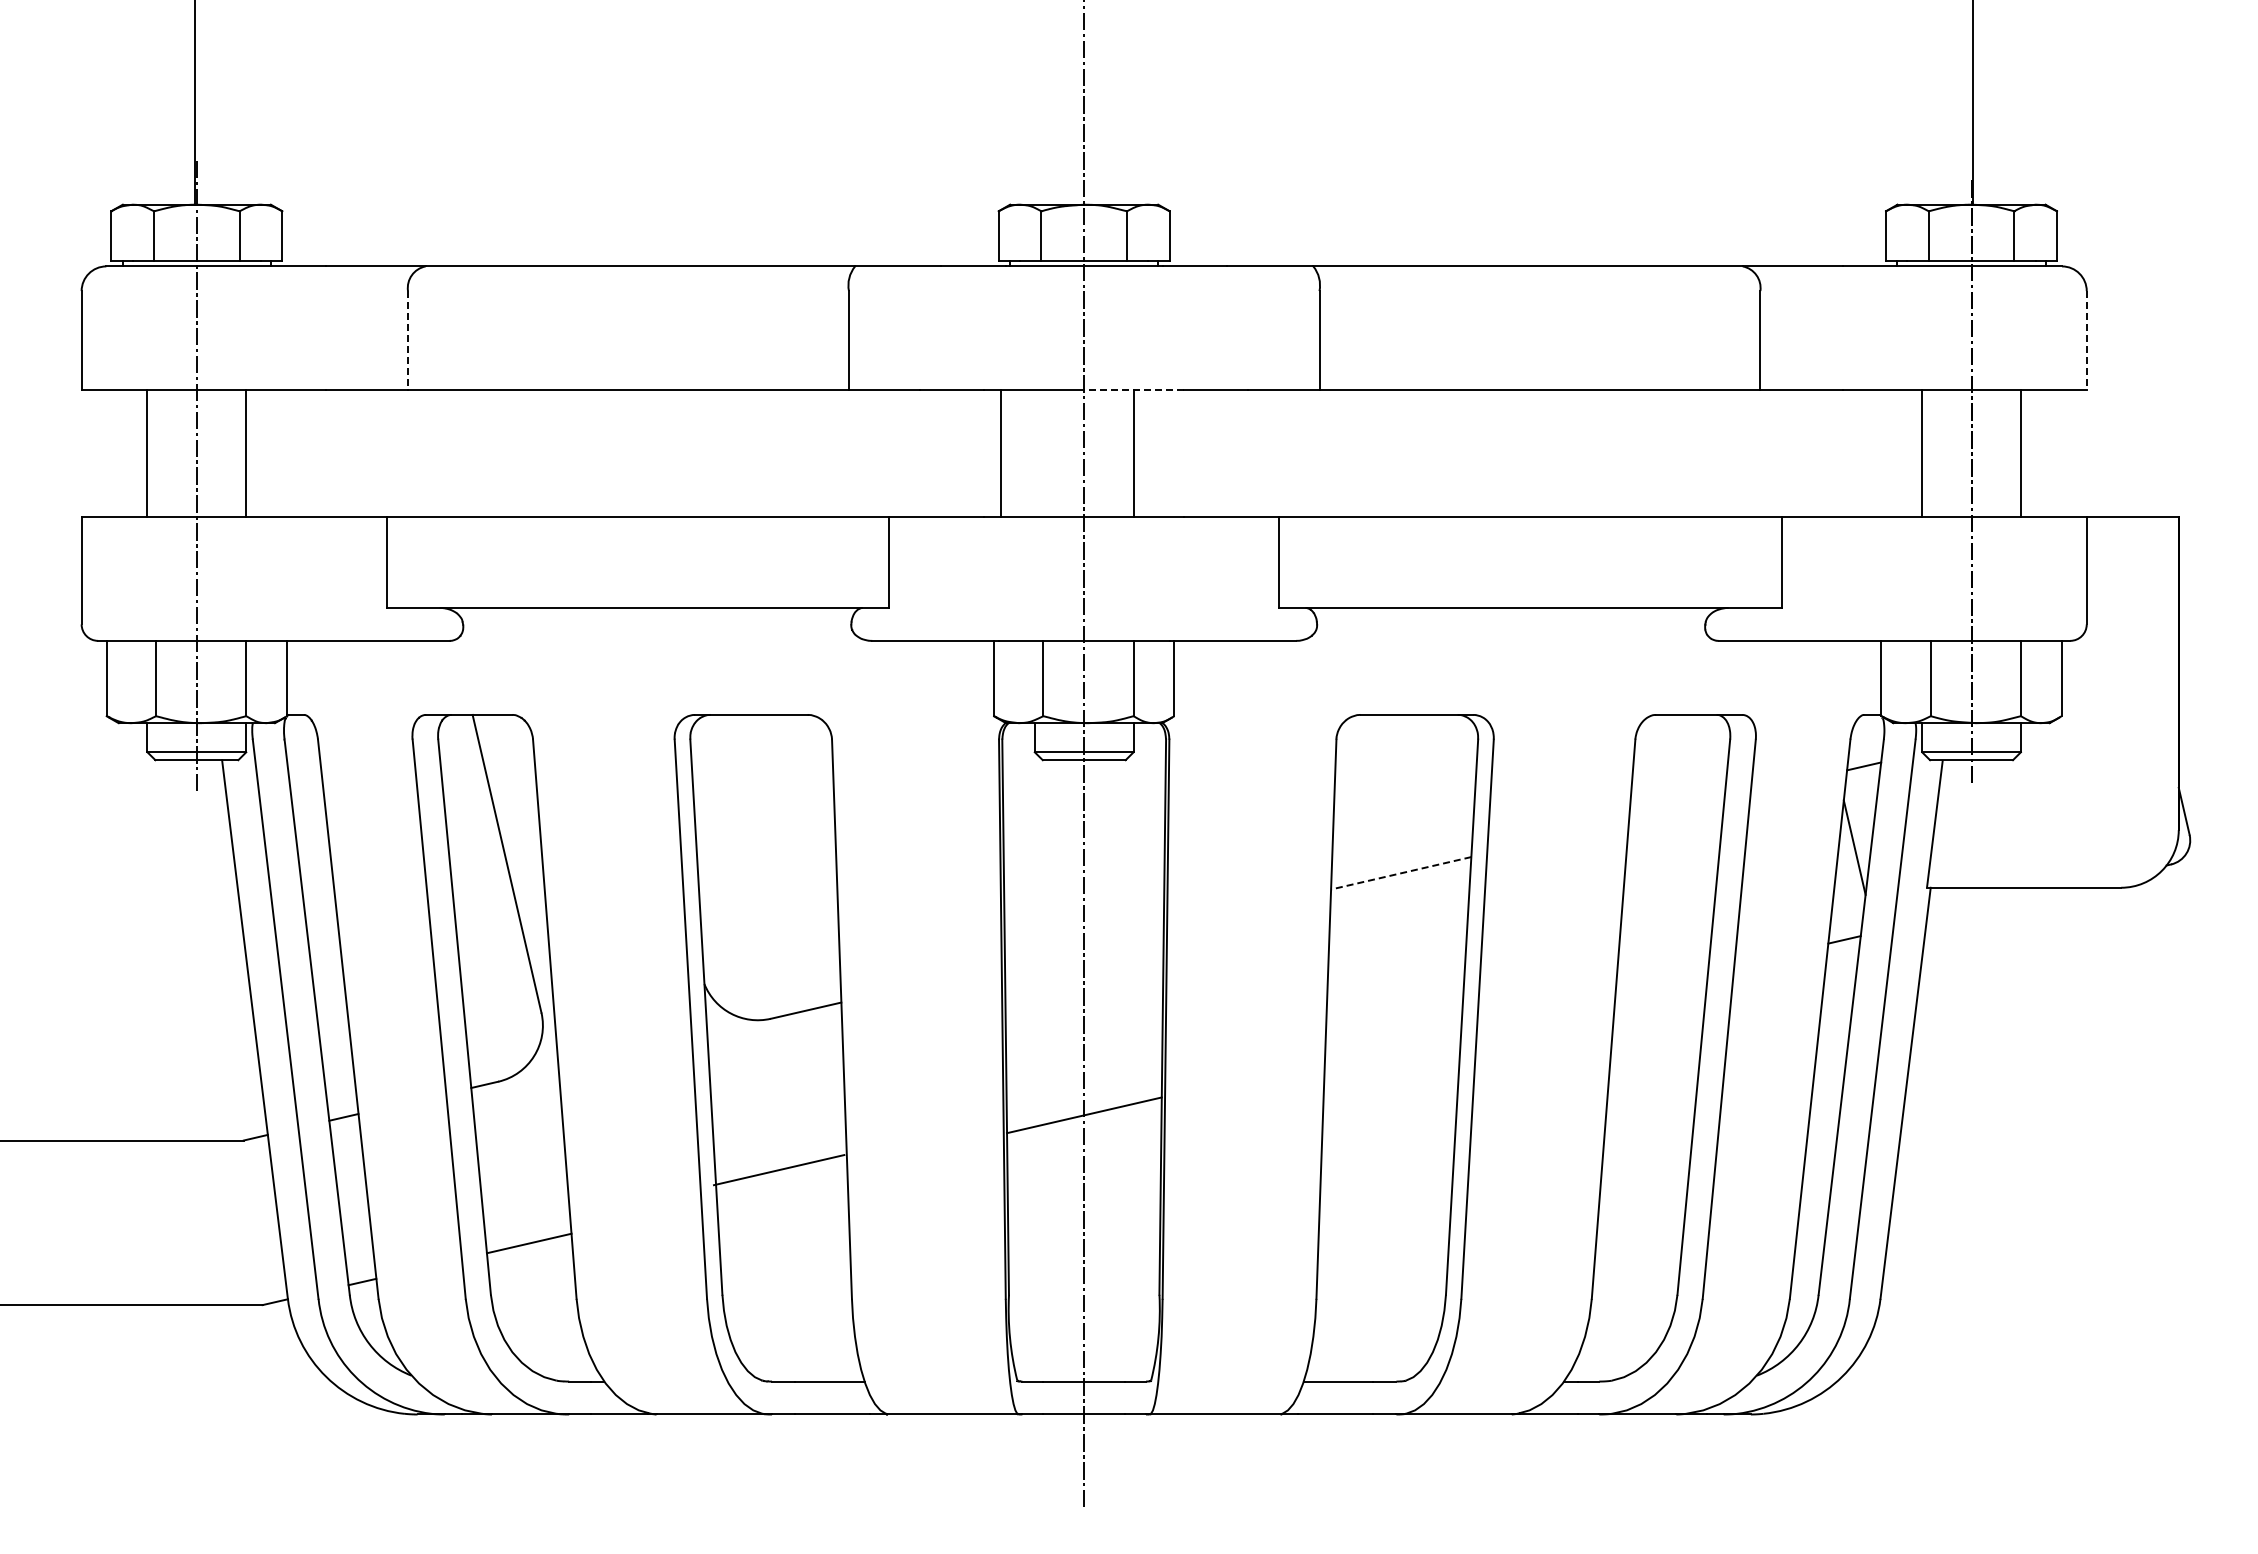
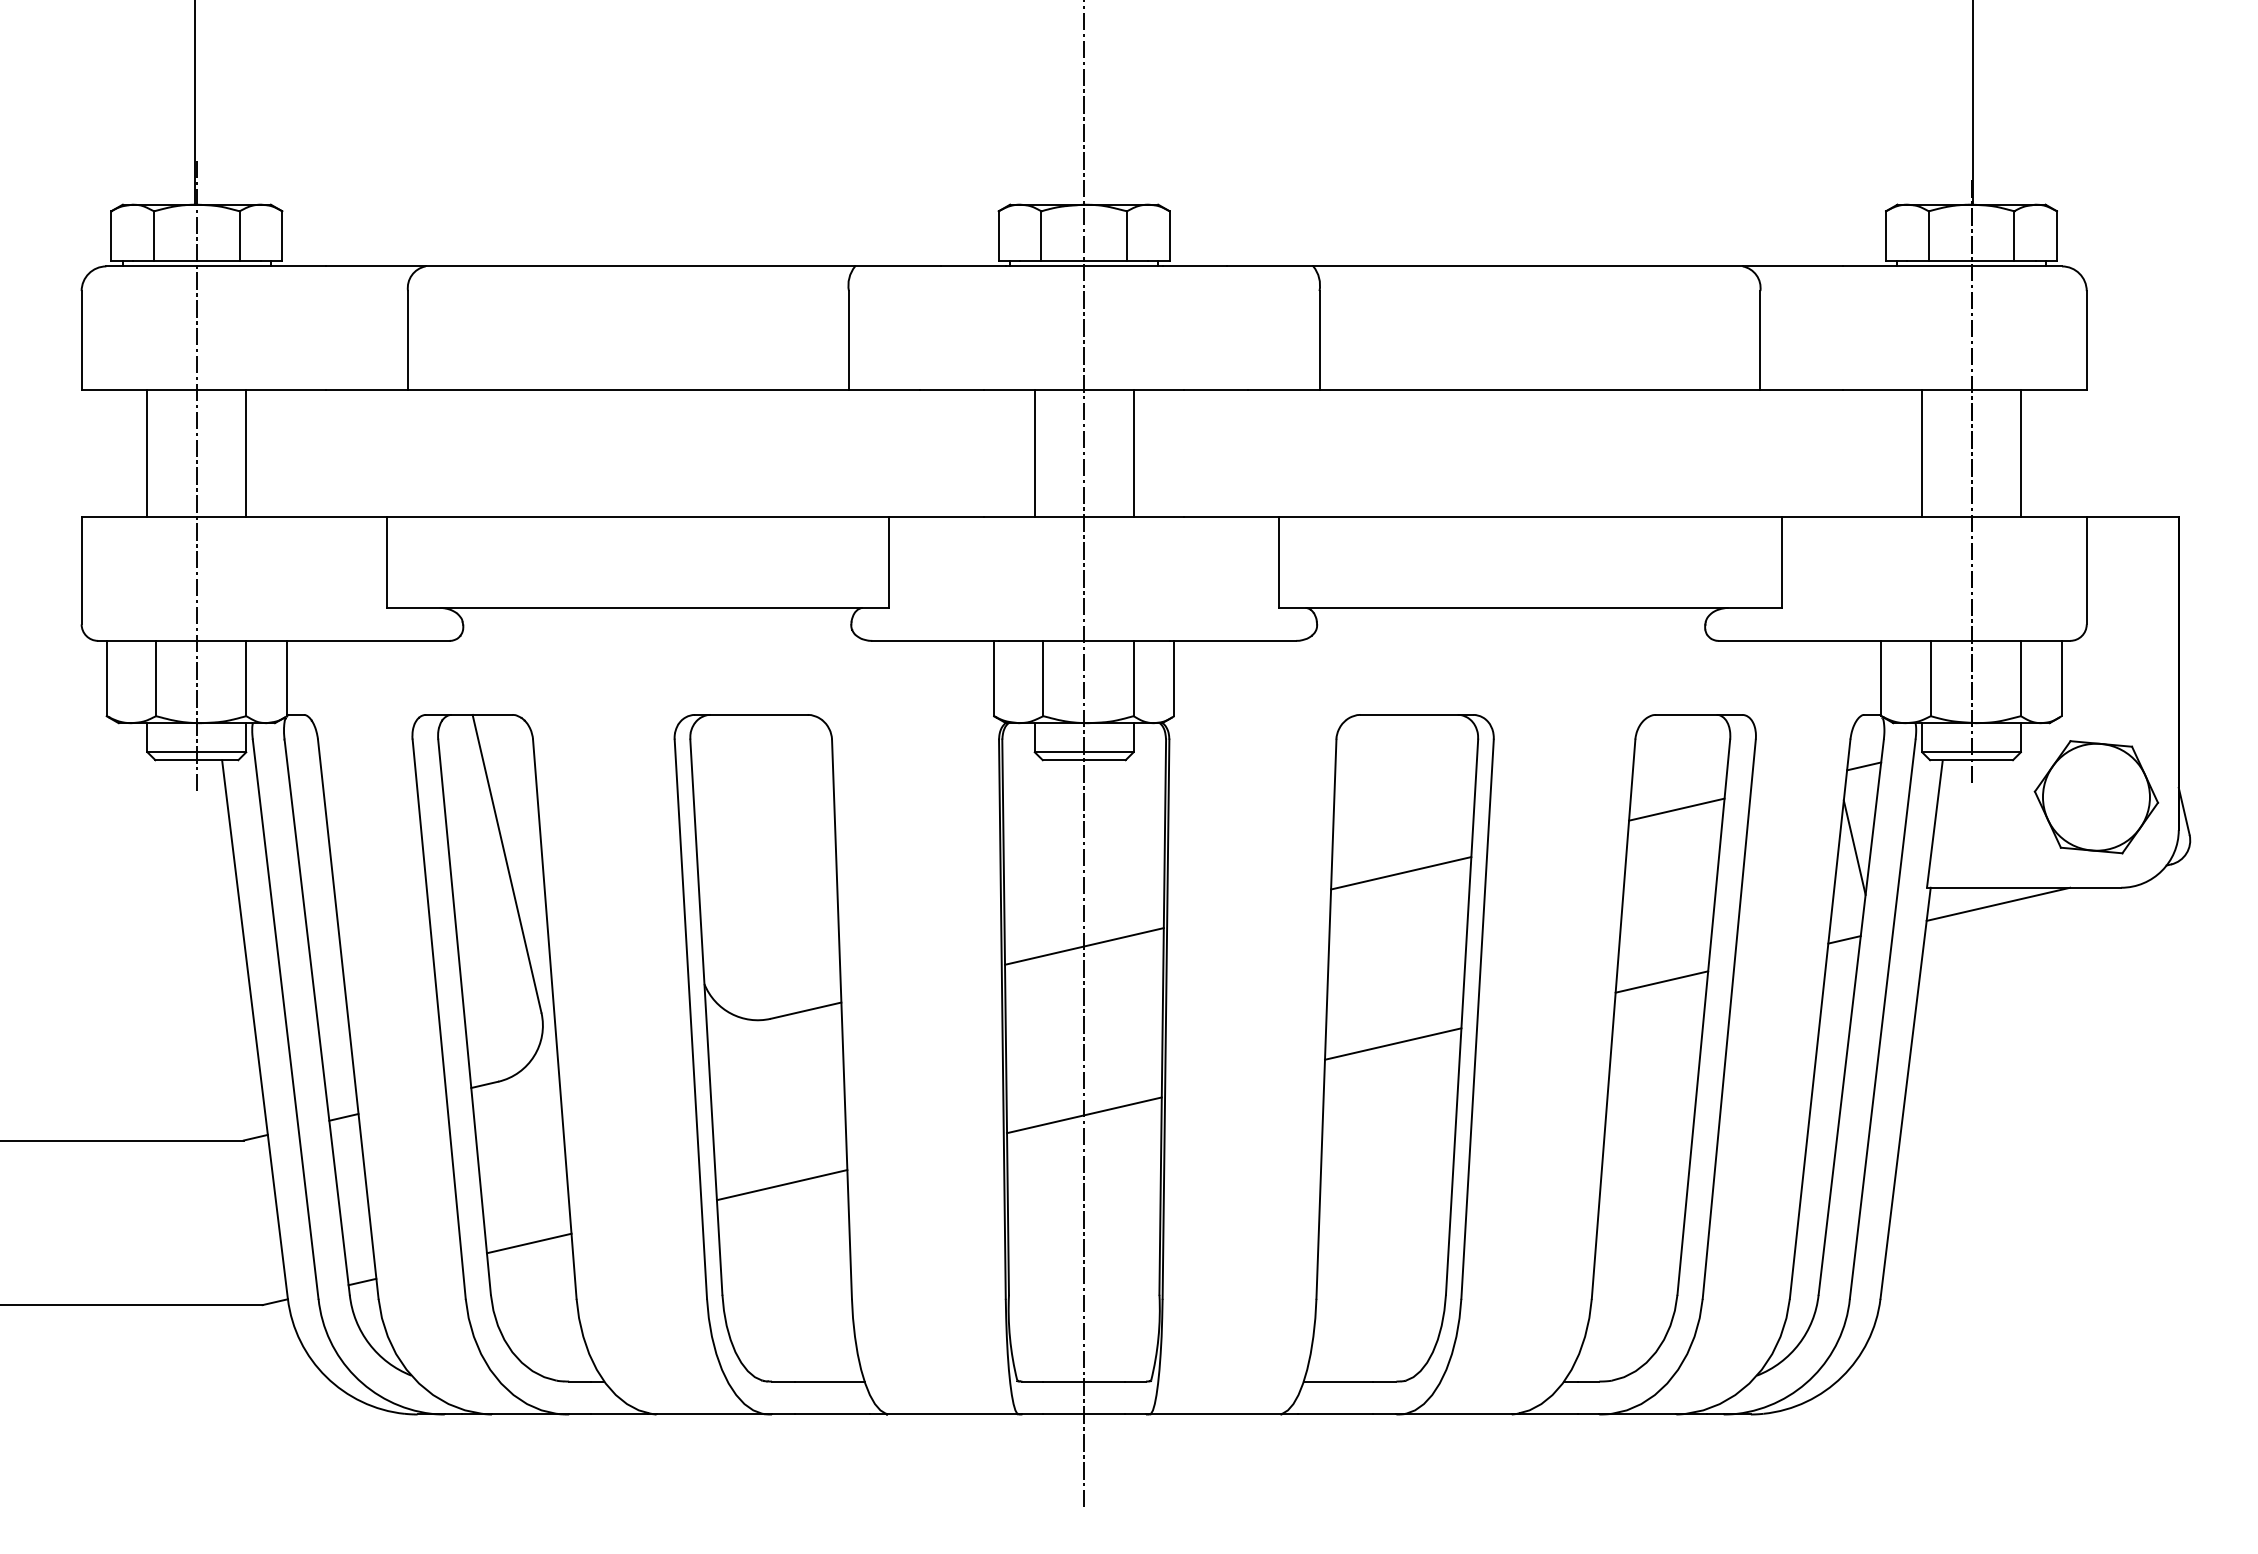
line at (407, 340): dashed -> solid
line at (2086, 340): dashed -> solid
line at (1134, 389): dashed -> solid
line at (1000, 453) position: (1000, 453) -> (1034, 453)
part at (2096, 797): none -> present
line at (1676, 809): none -> present
line at (1401, 873): dashed -> solid
line at (1998, 903): none -> present
line at (1084, 946): none -> present
line at (1661, 981): none -> present
line at (1393, 1043): none -> present
line at (778, 1170) position: (778, 1170) -> (781, 1185)
